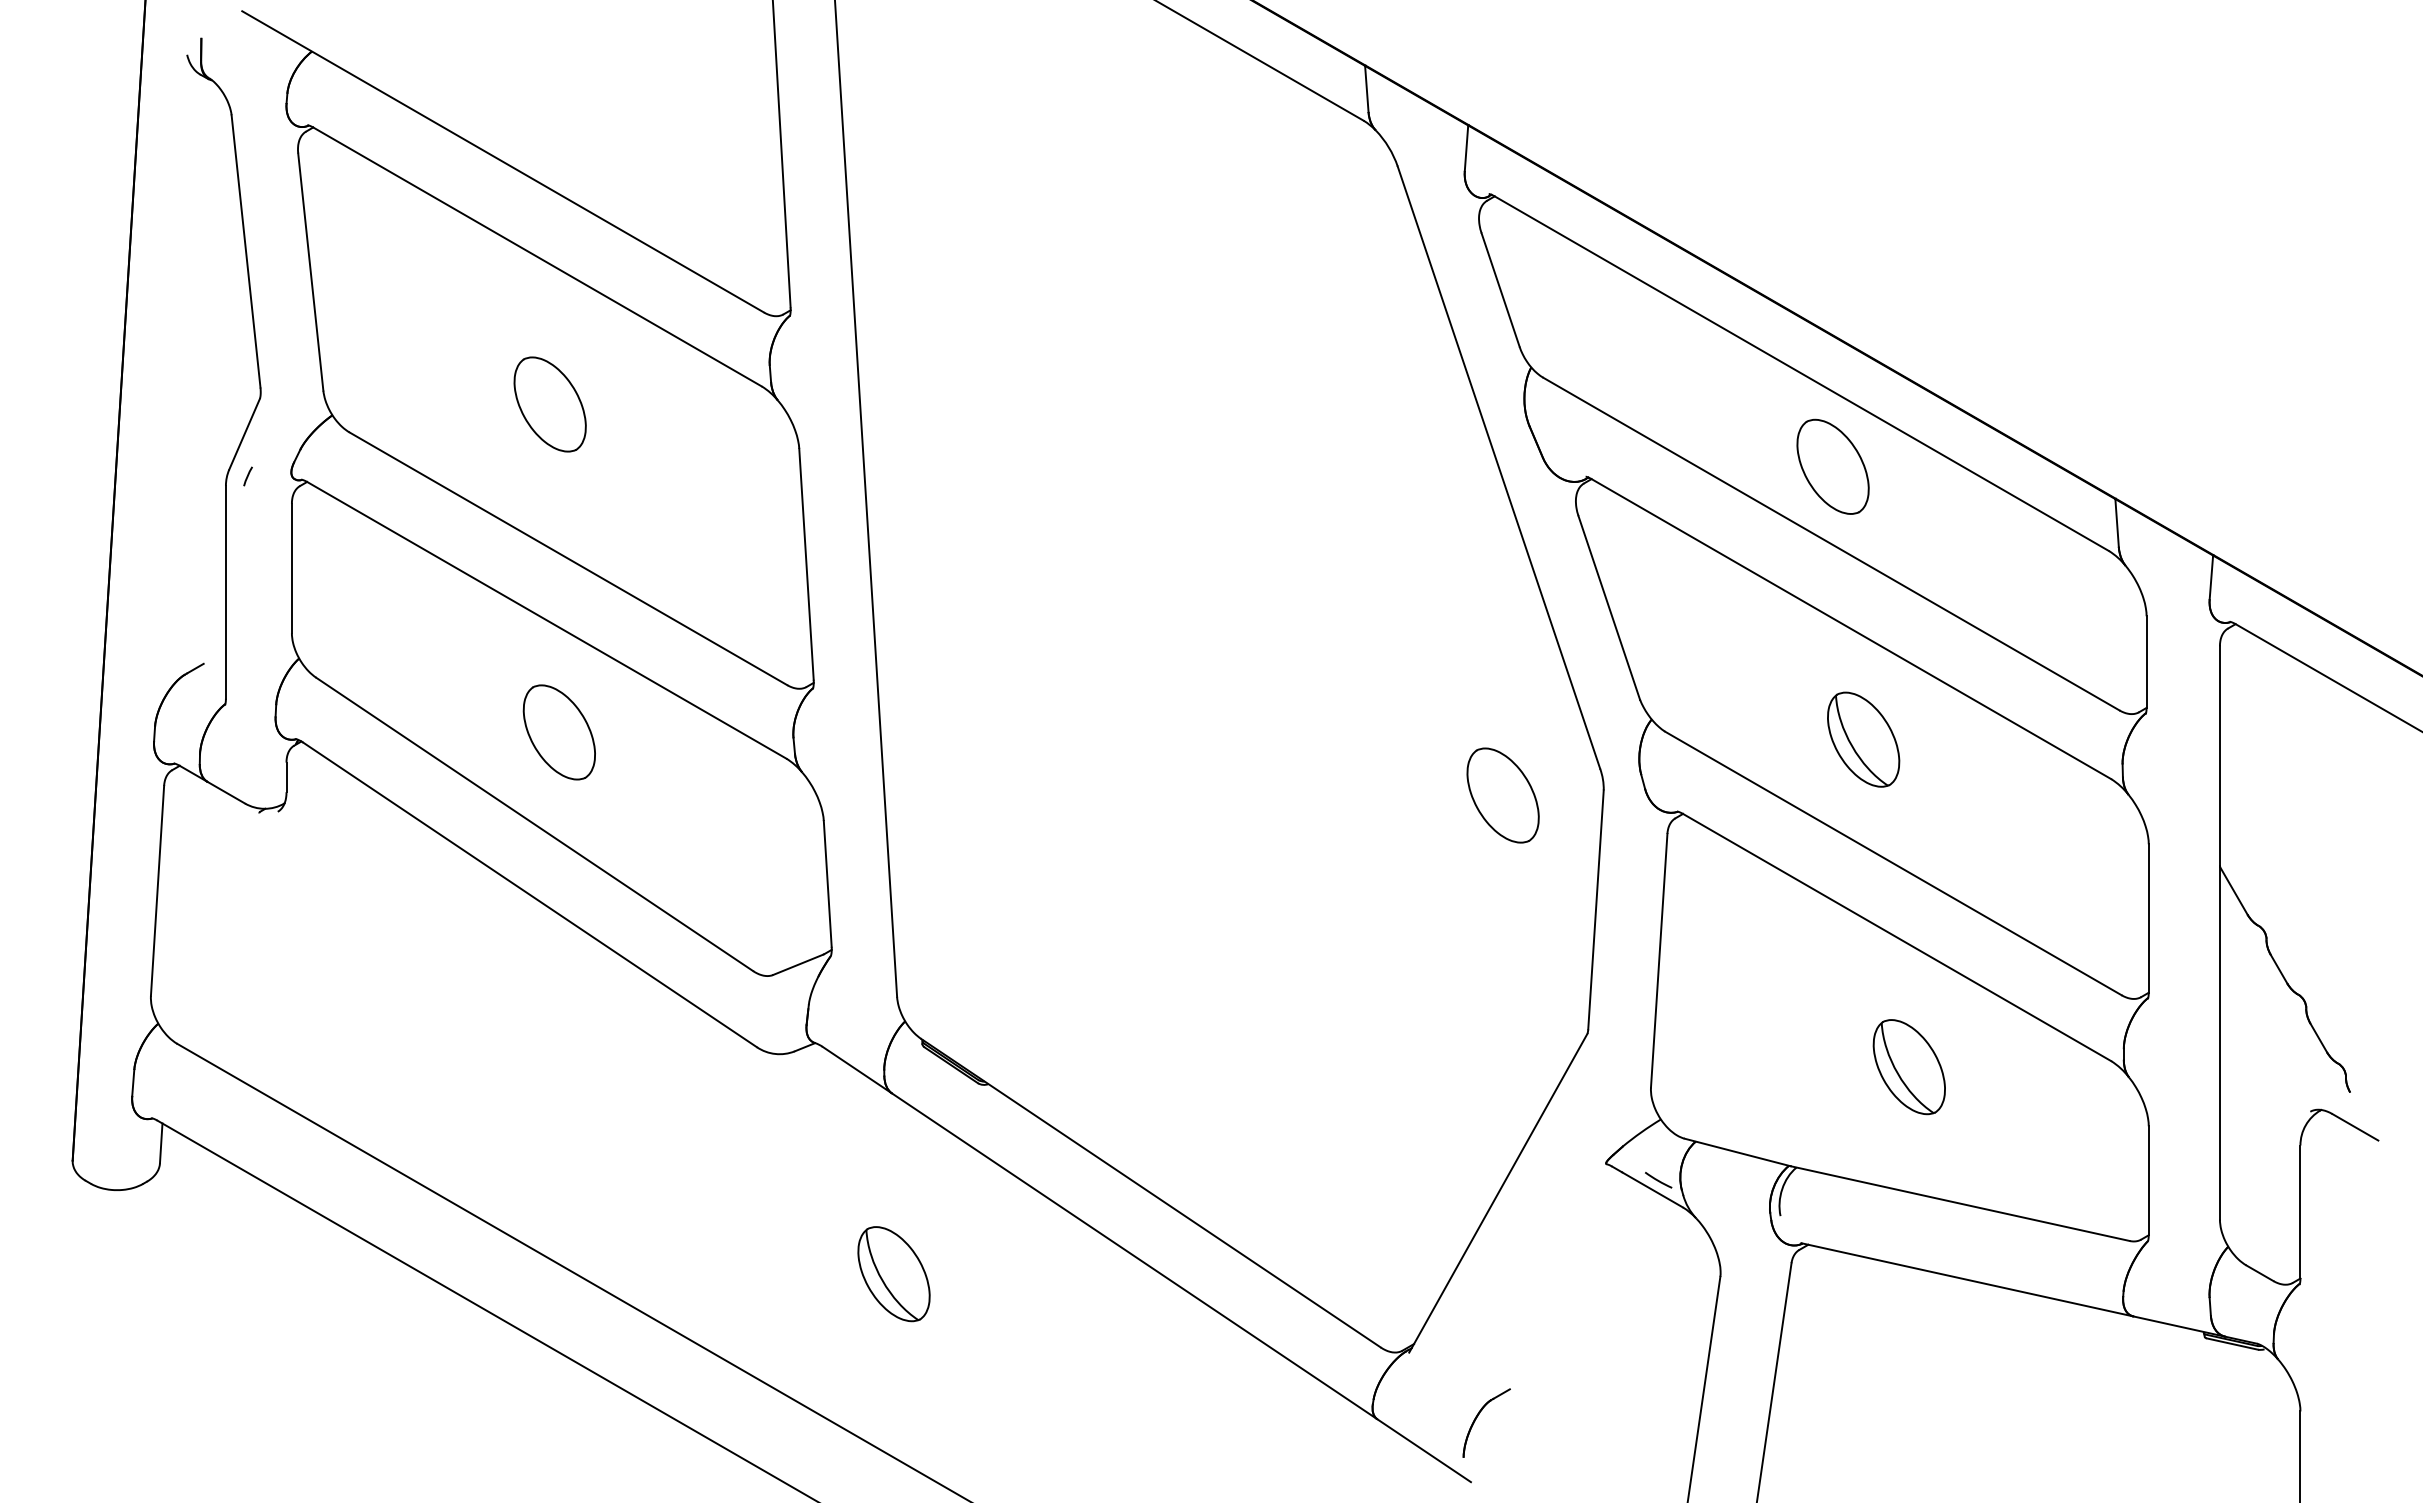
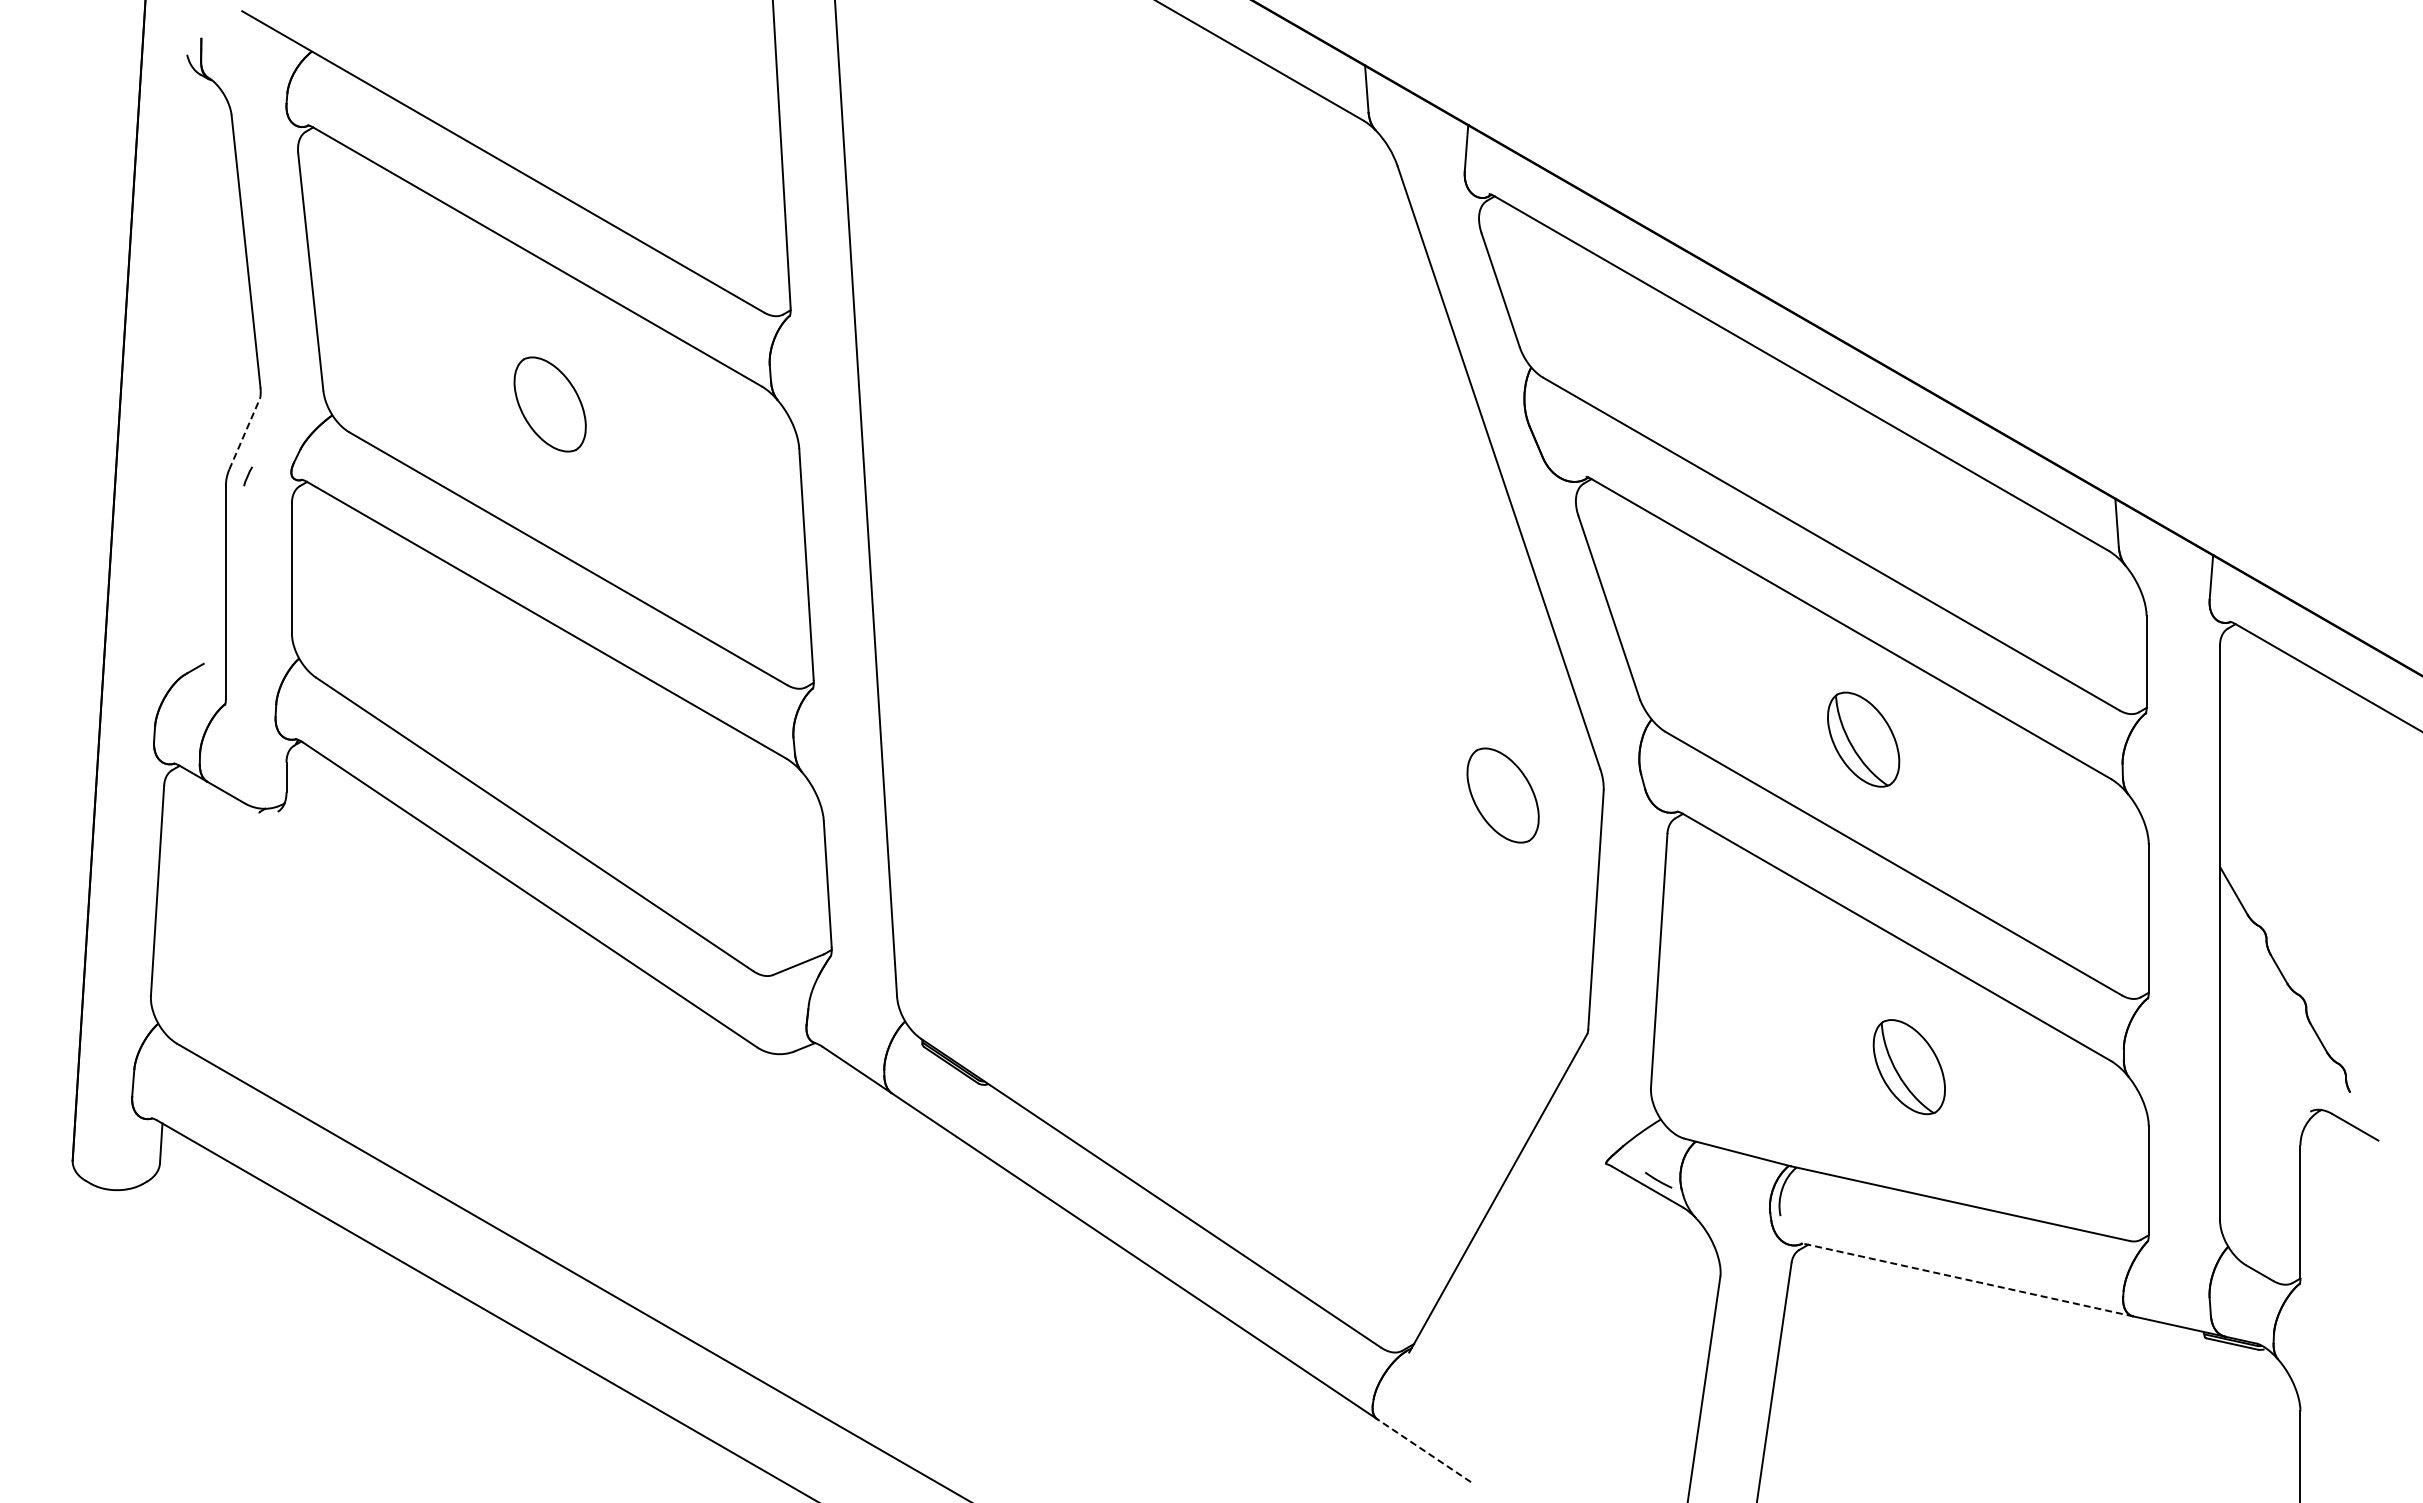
line at (244, 434): solid -> dashed
part at (1832, 466): present -> none
part at (558, 732): present -> none
part at (893, 1274): present -> none
line at (1966, 1279): solid -> dashed
part at (1478, 1416): present -> none
line at (1424, 1450): solid -> dashed
